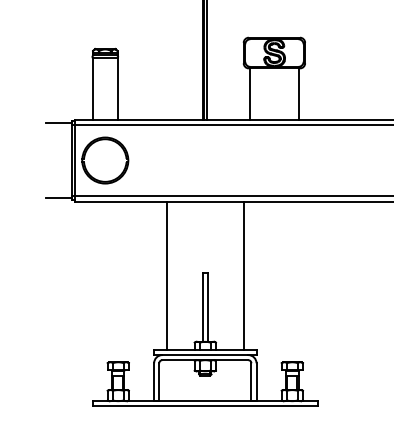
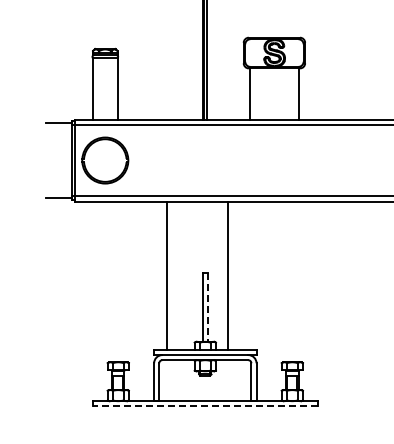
line at (243, 275) position: (243, 275) -> (227, 275)
line at (207, 308): solid -> dashed
line at (205, 406): solid -> dashed
